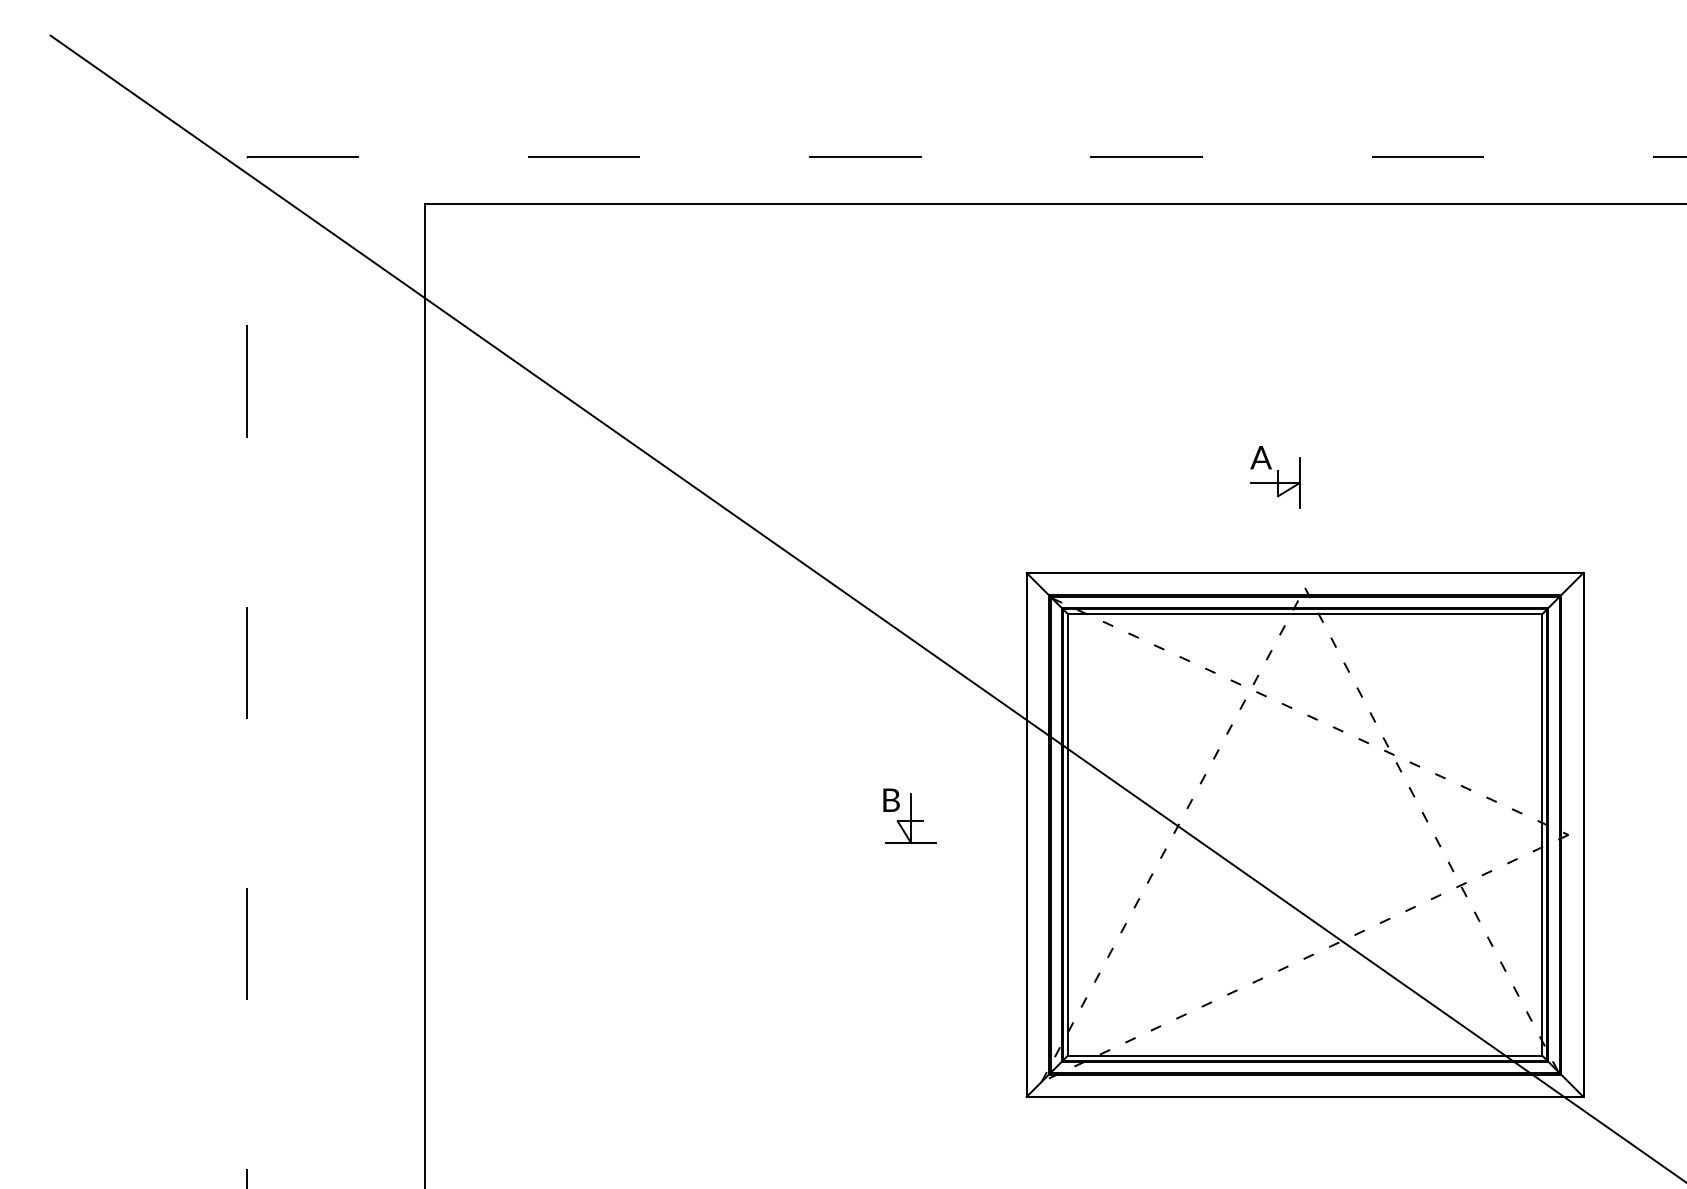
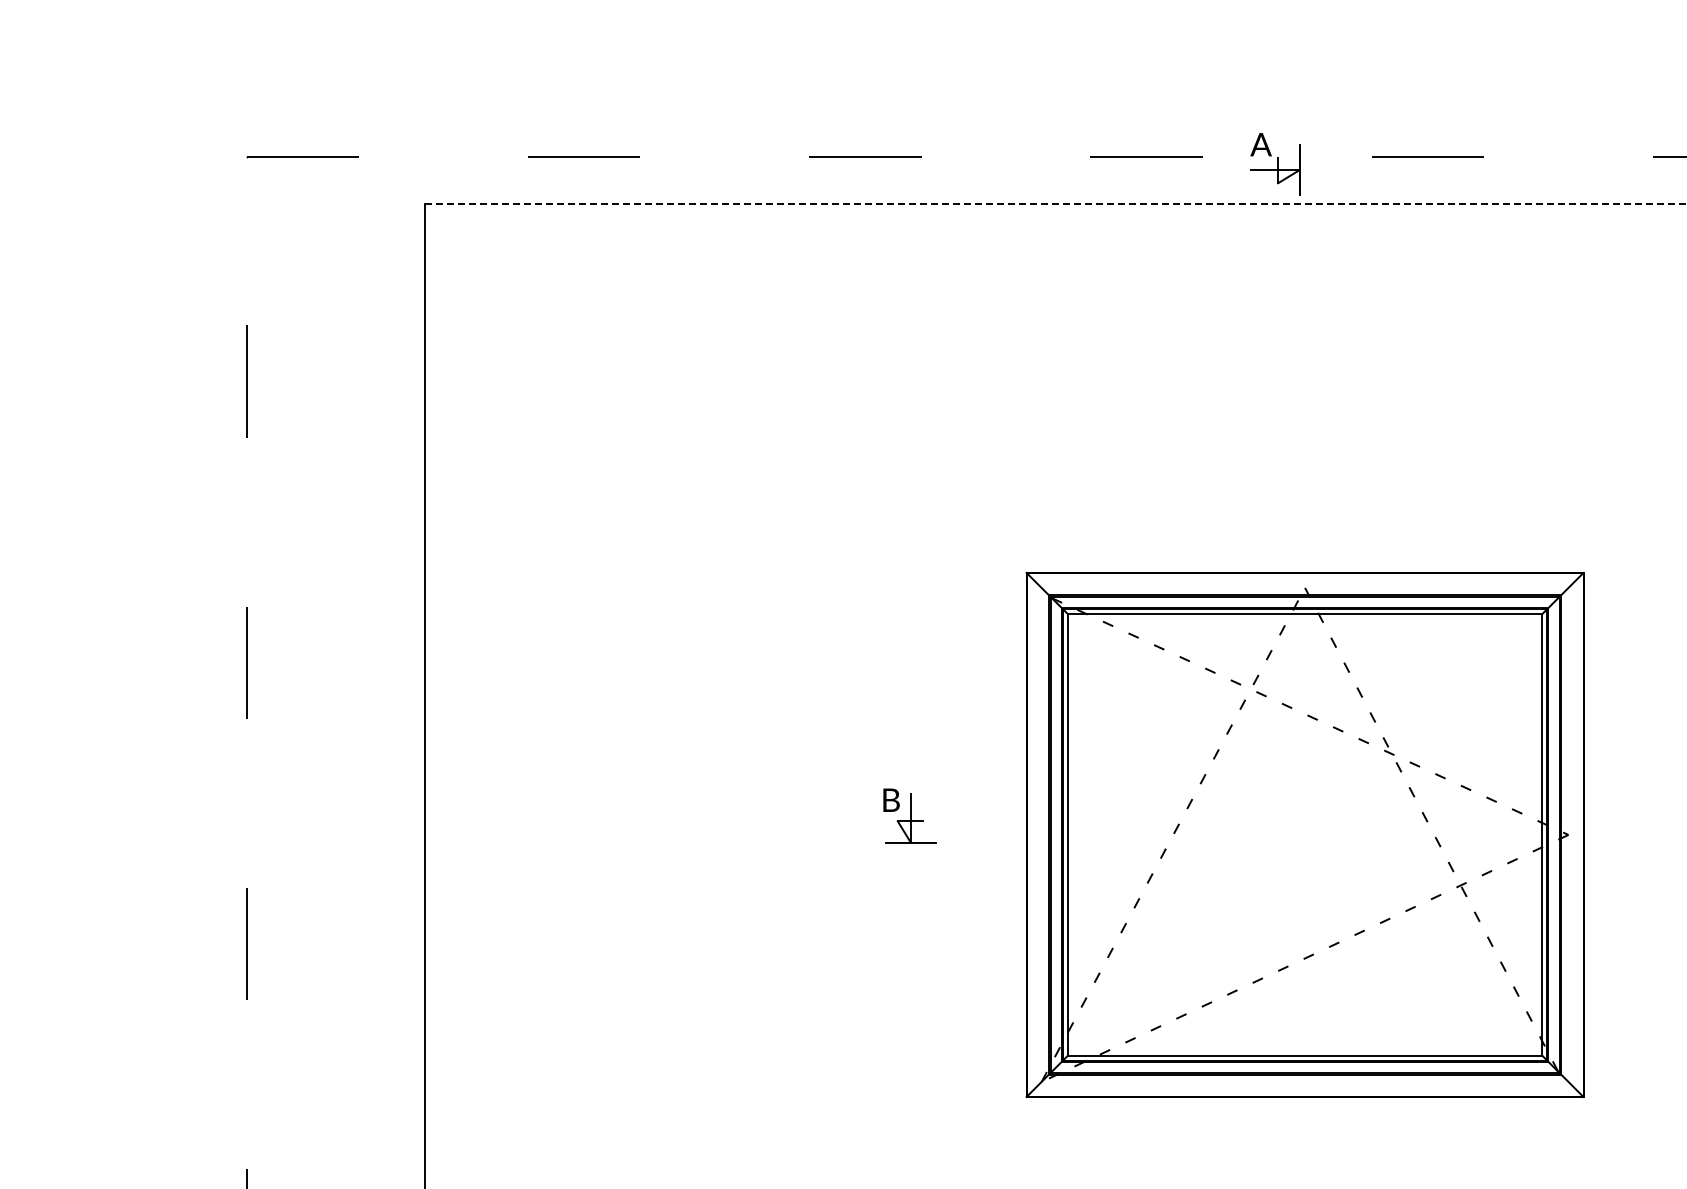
line at (1055, 203): solid -> dashed
part at (1275, 477) position: (1275, 477) -> (1275, 164)
line at (866, 607): present -> none
